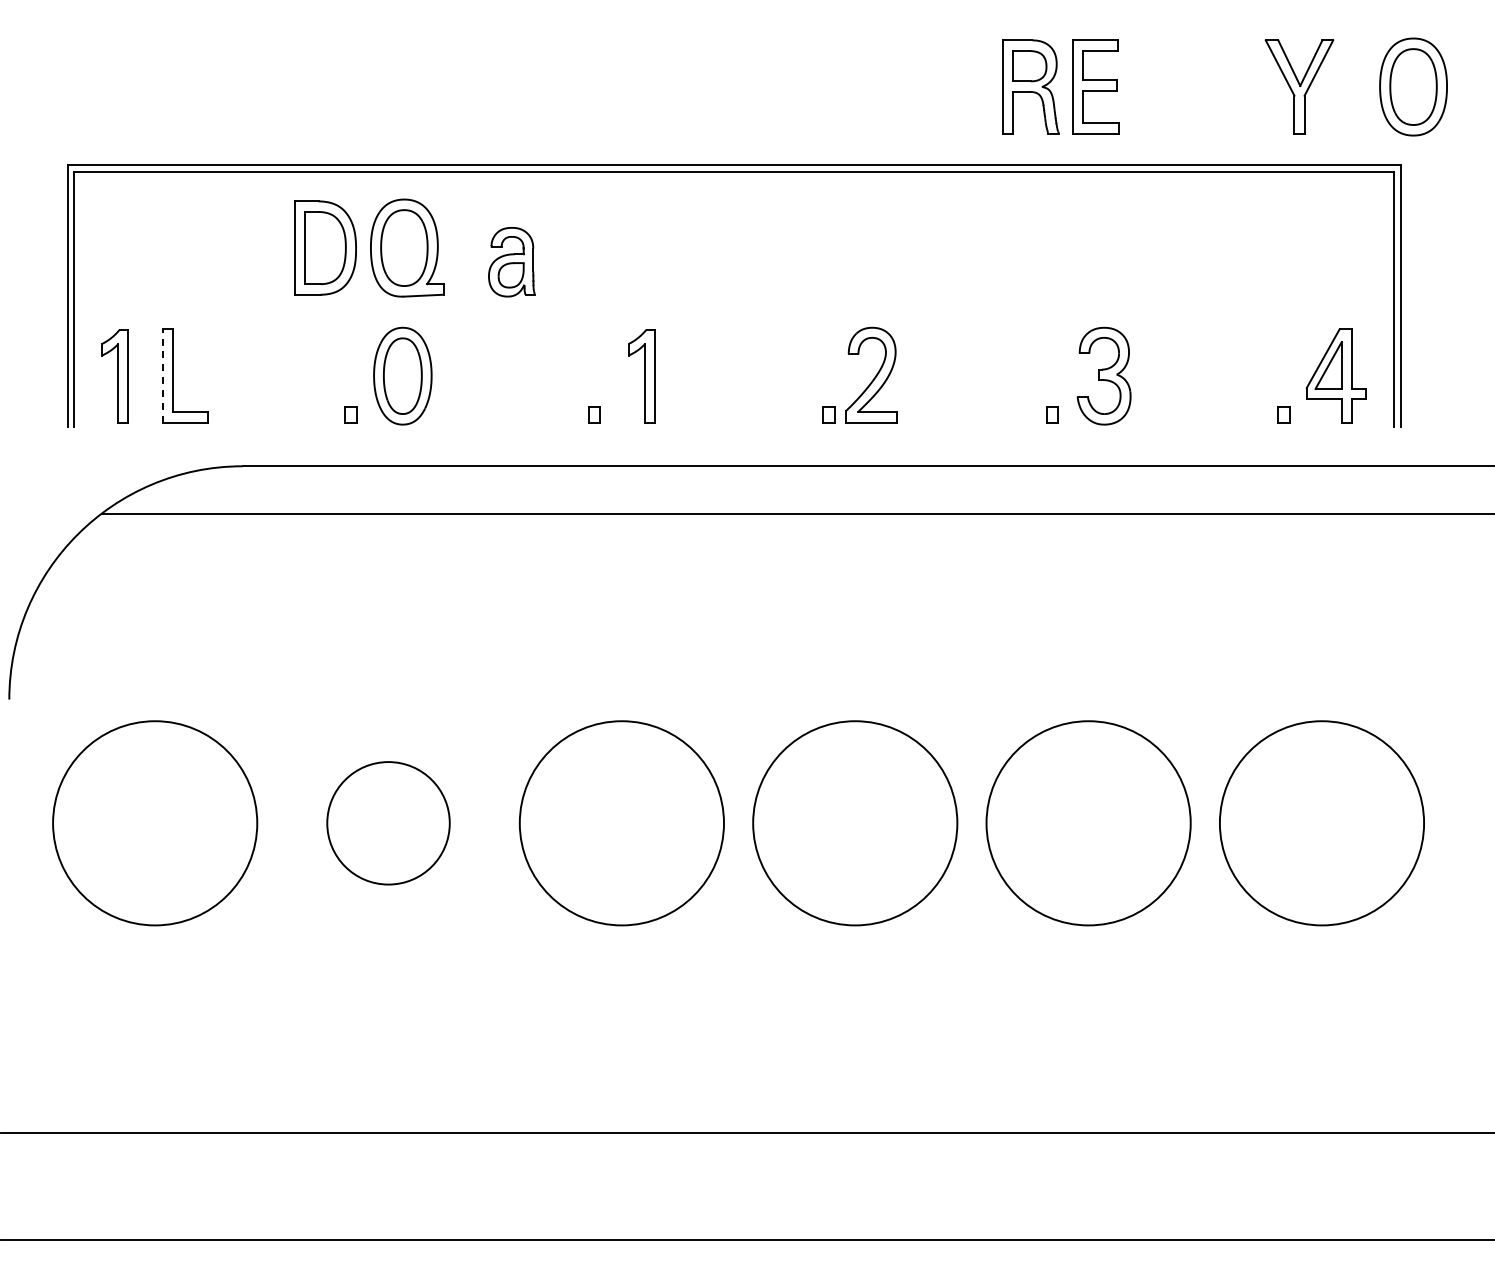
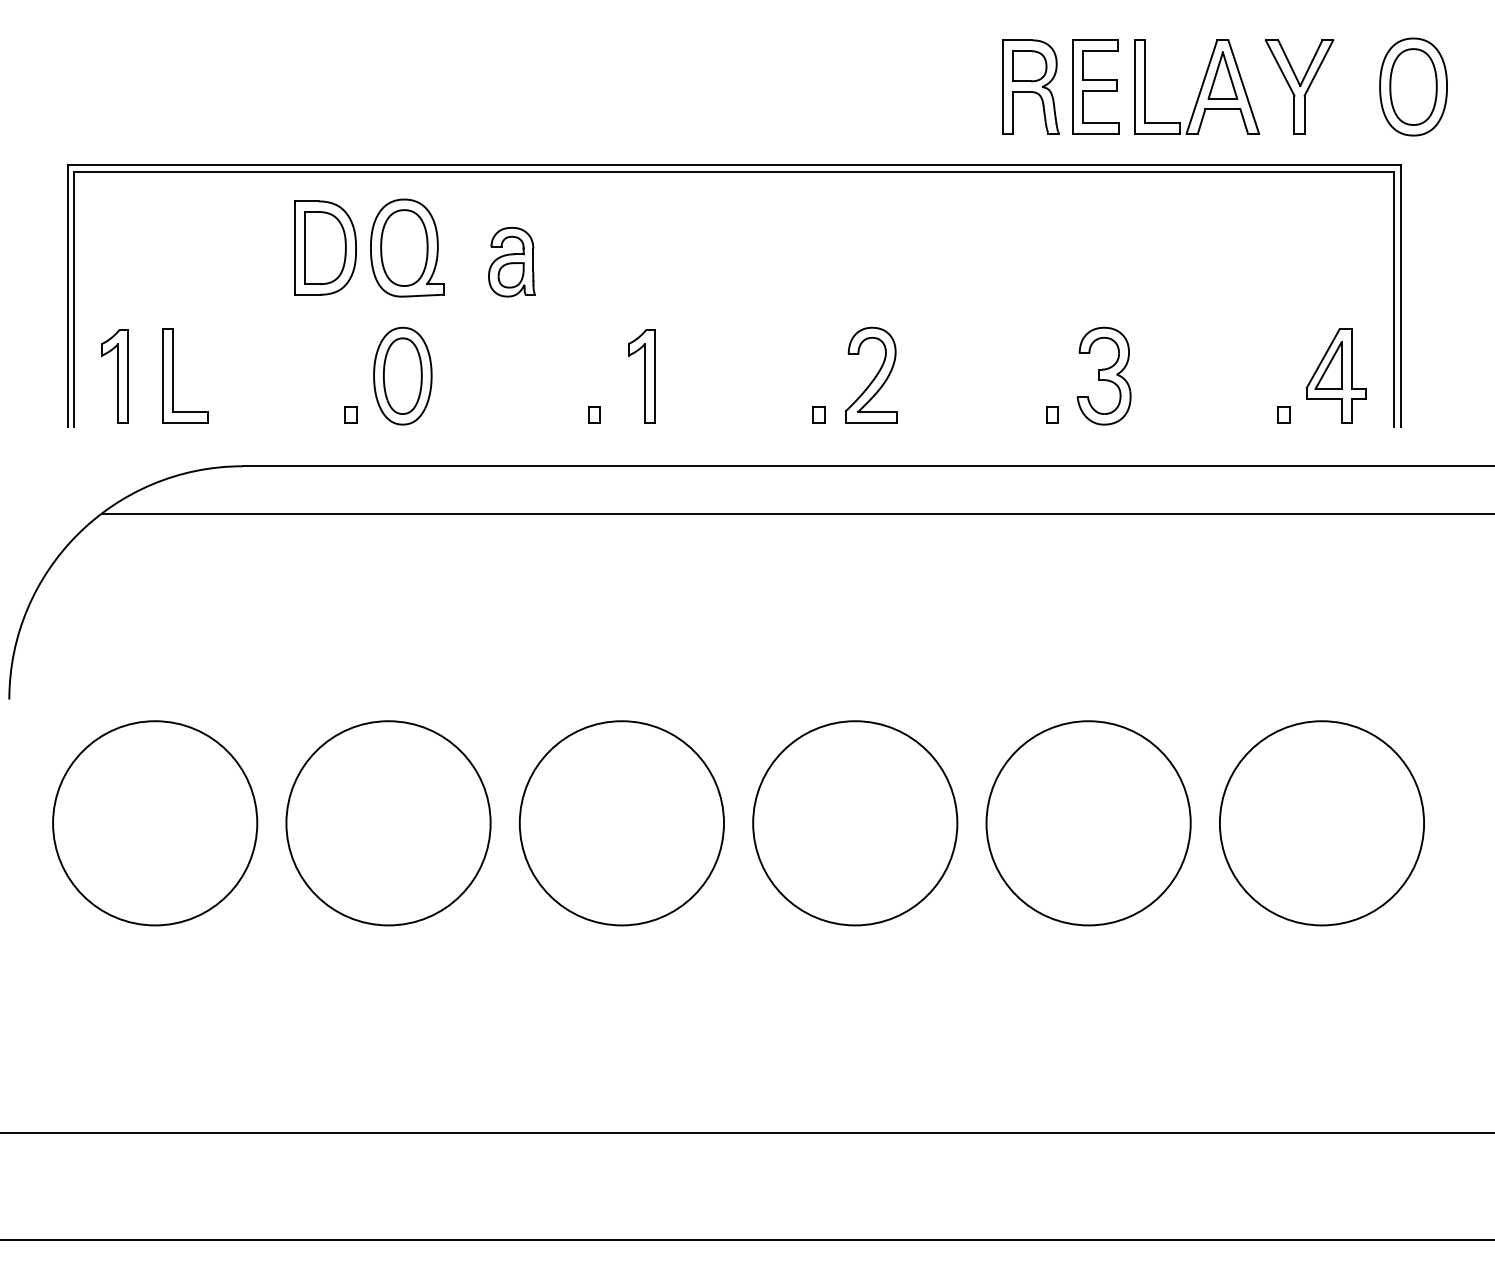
part at (1196, 86): none -> present
line at (162, 375): dashed -> solid
part at (828, 414) position: (828, 414) -> (818, 414)
circle at (388, 823) diameter: 123 px -> 204 px
